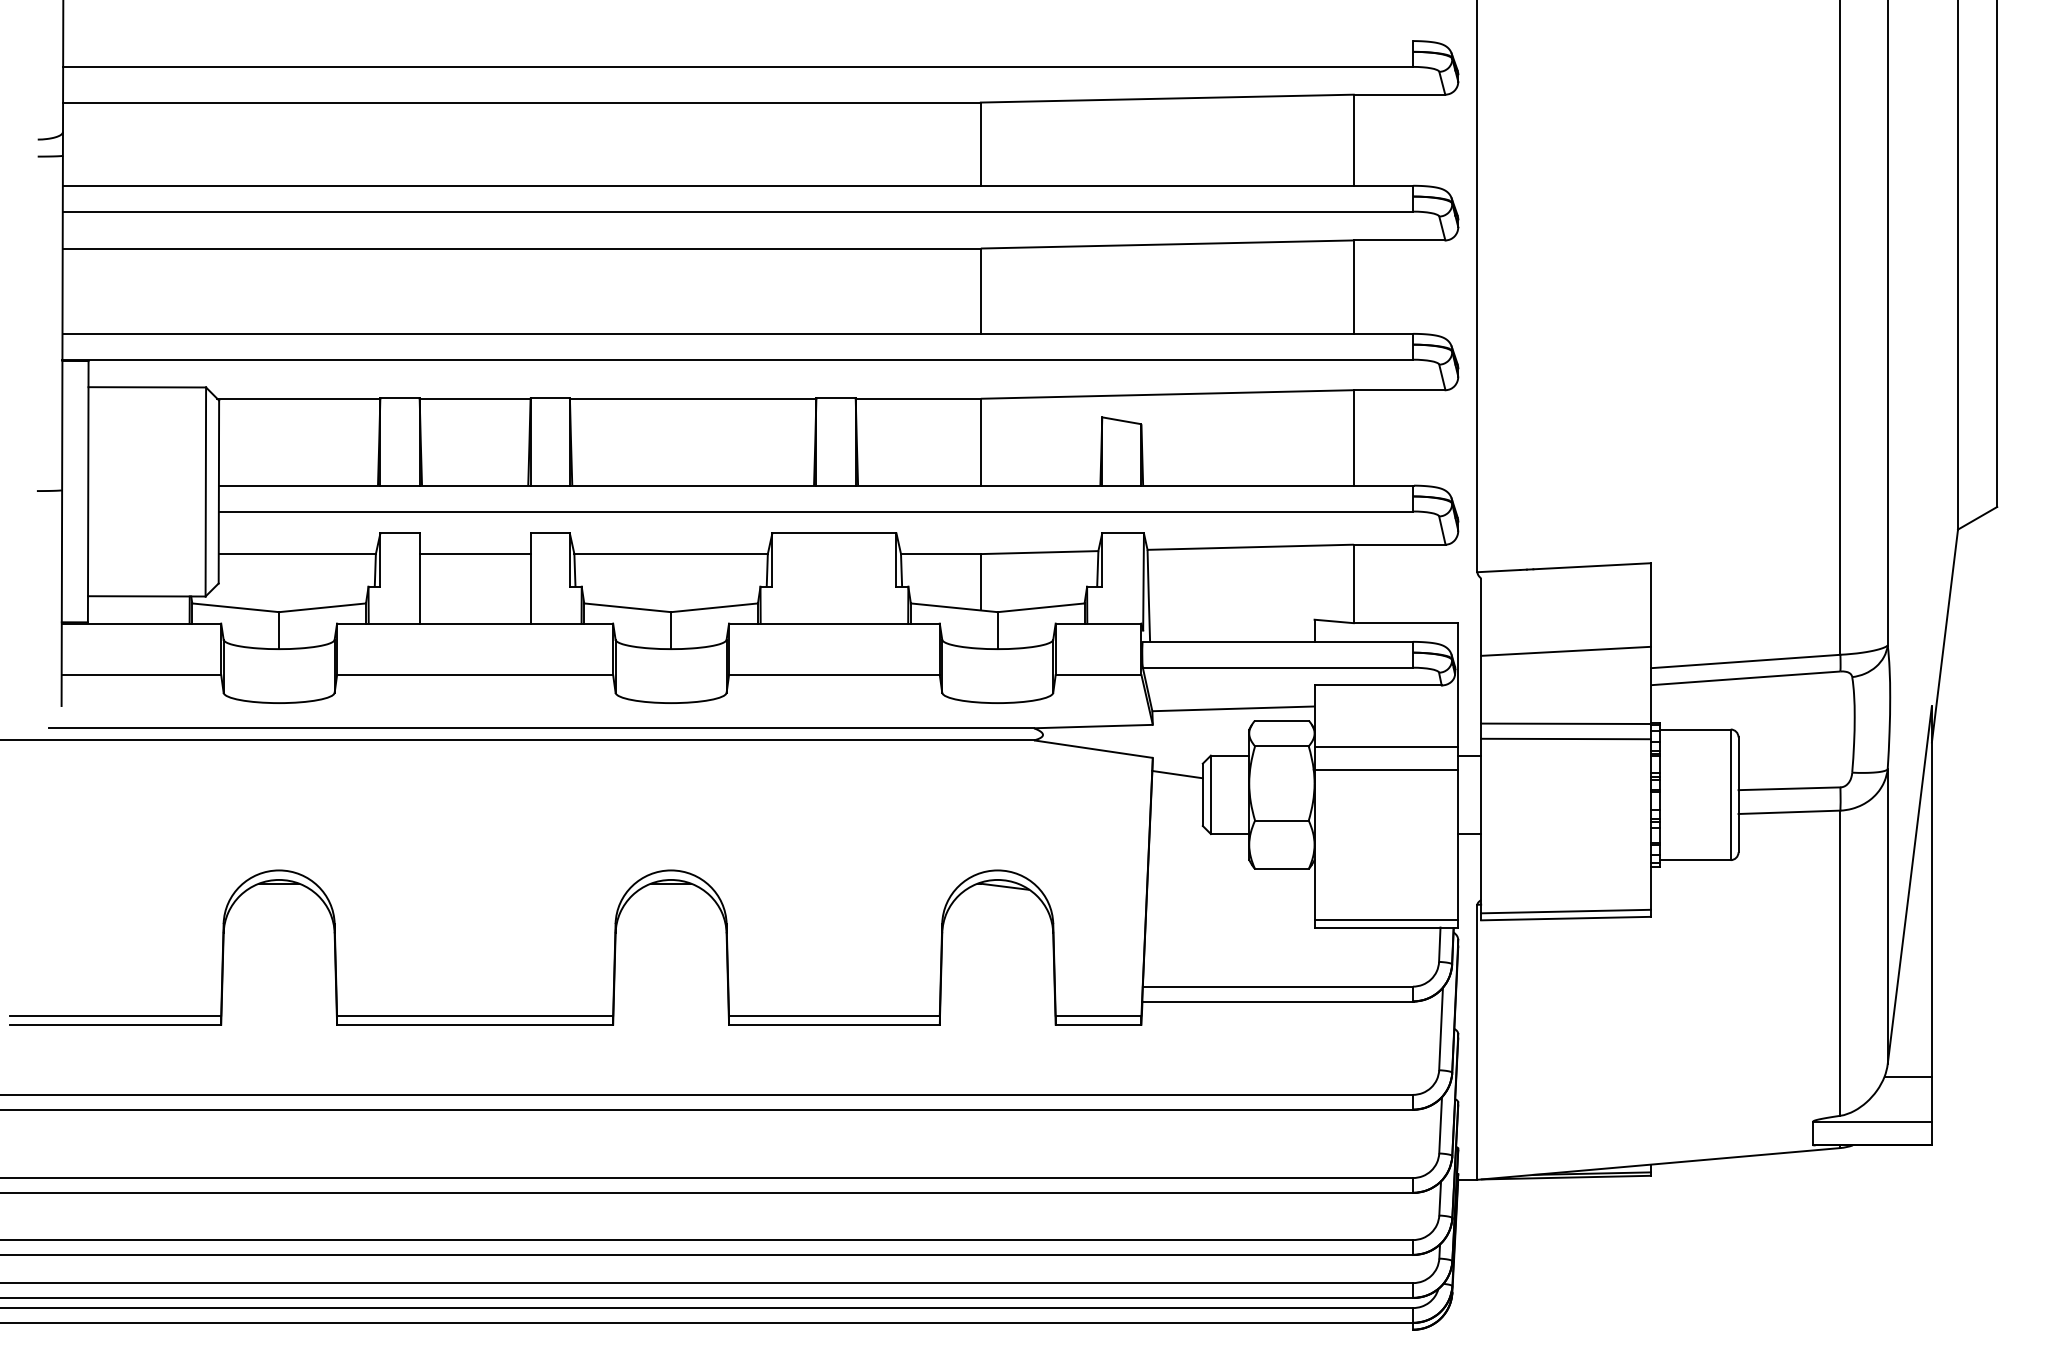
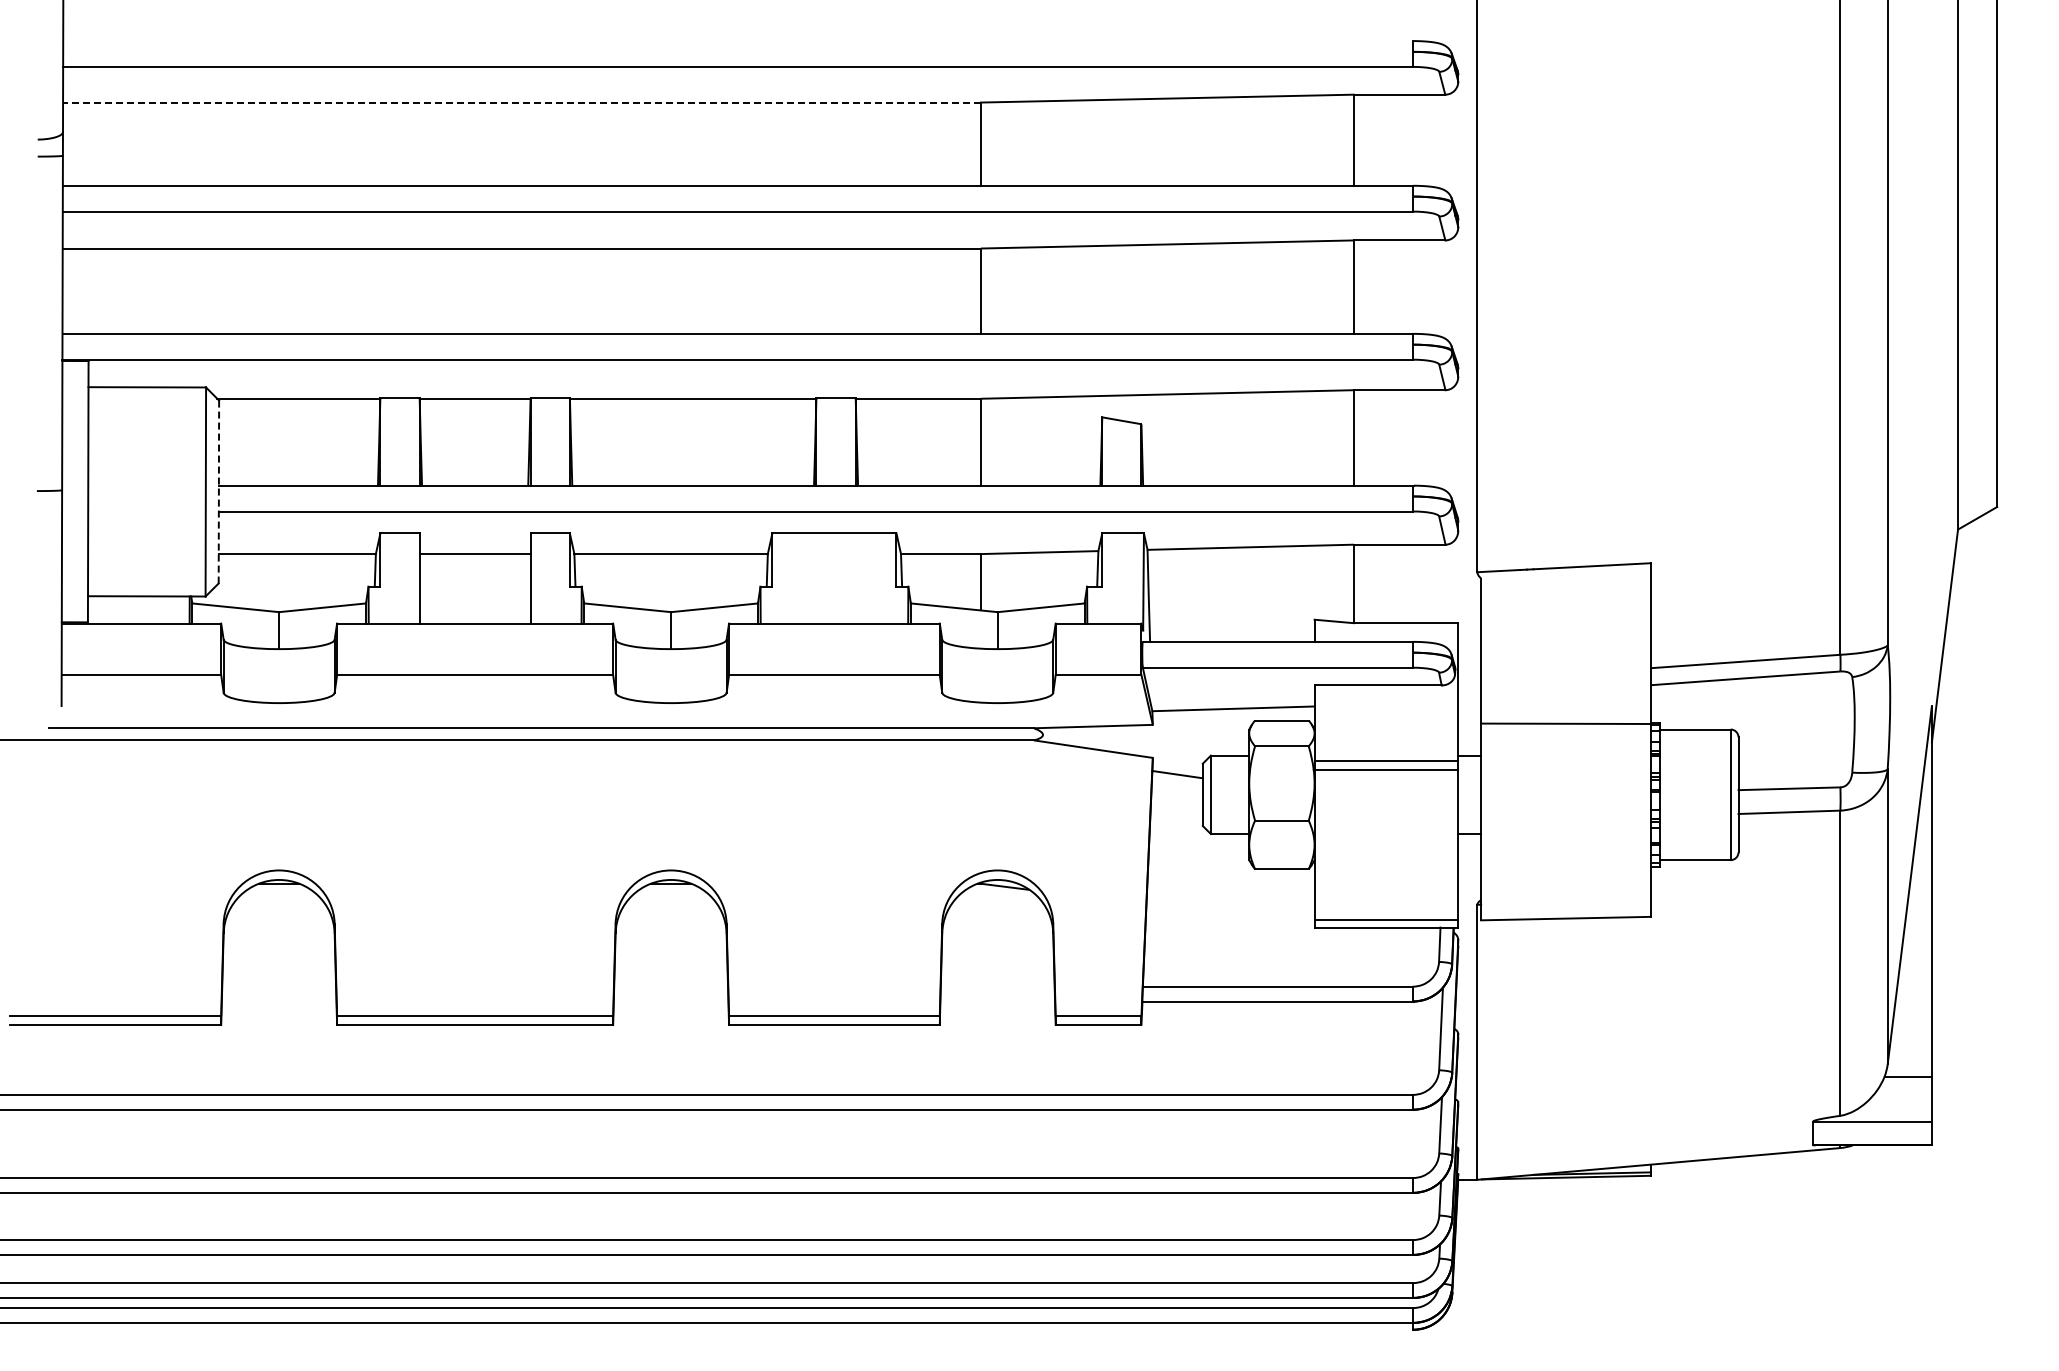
line at (521, 102): solid -> dashed
line at (218, 492): solid -> dashed
line at (1566, 650): present -> none
line at (1566, 738): present -> none
line at (1386, 747) position: (1386, 747) -> (1386, 761)
line at (1566, 911): present -> none
